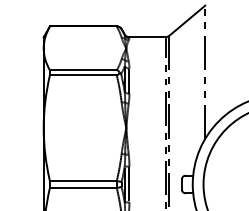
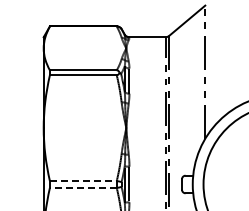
line at (83, 181): solid -> dashed
line at (82, 187): solid -> dashed
